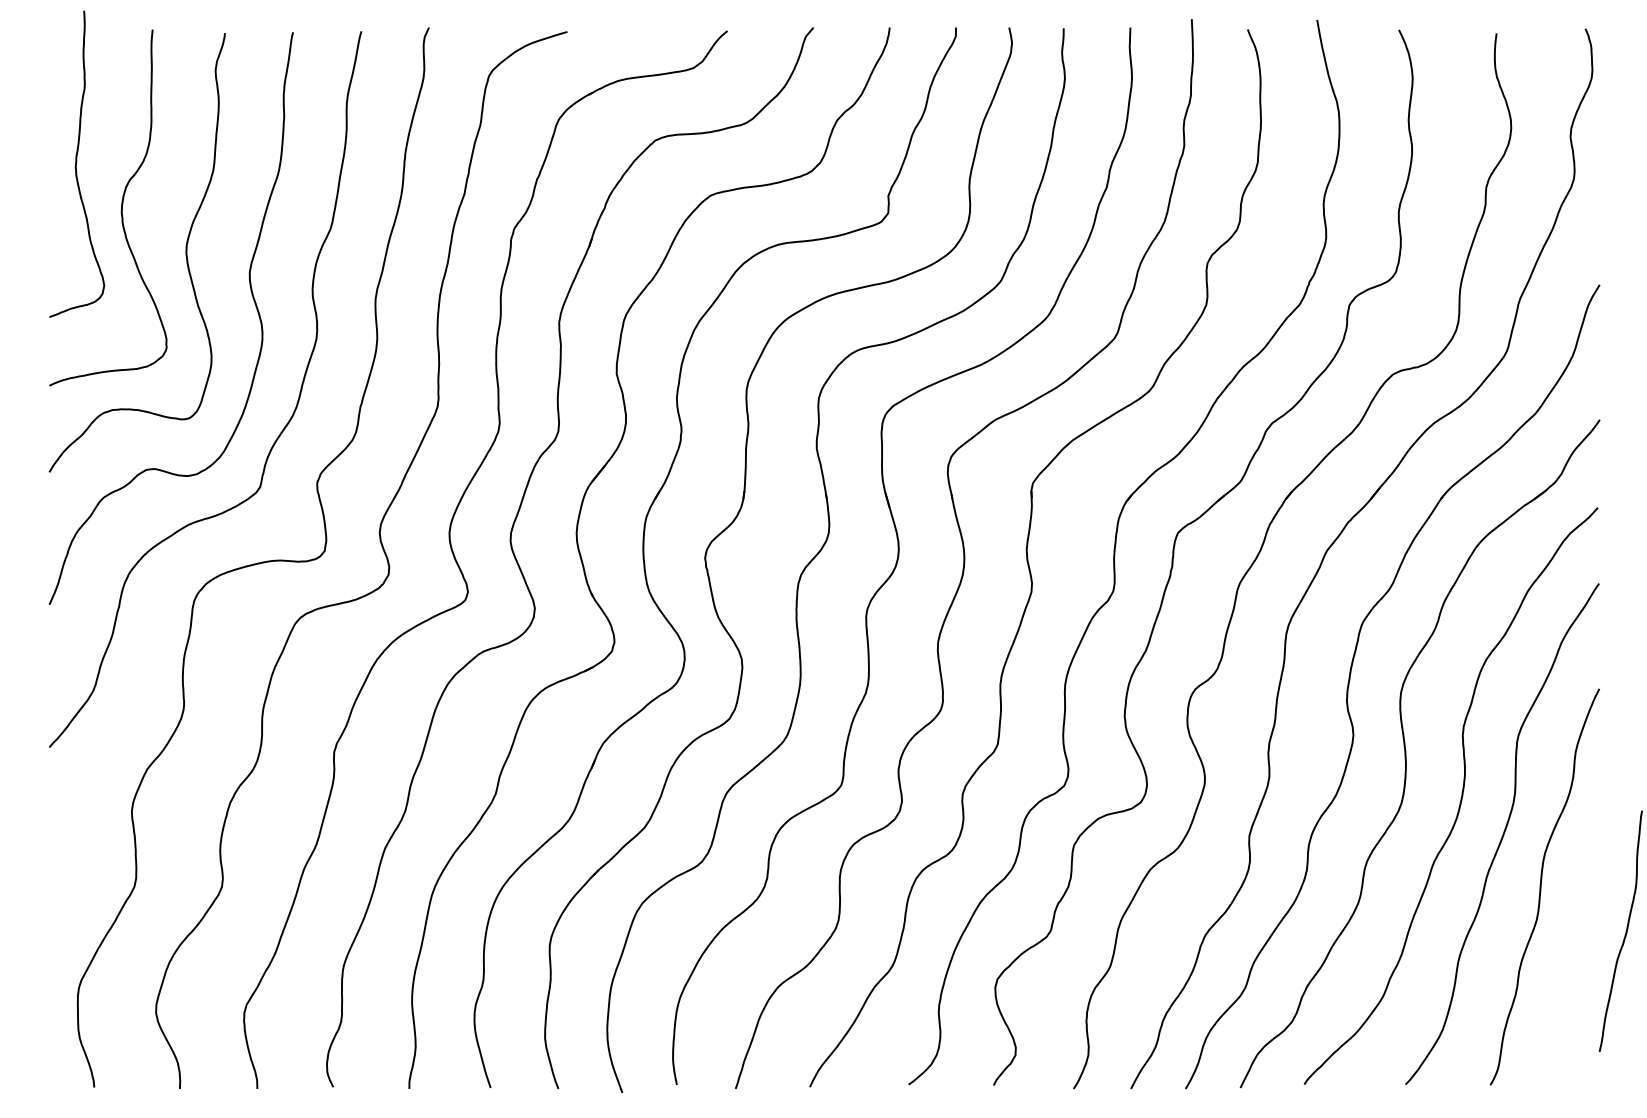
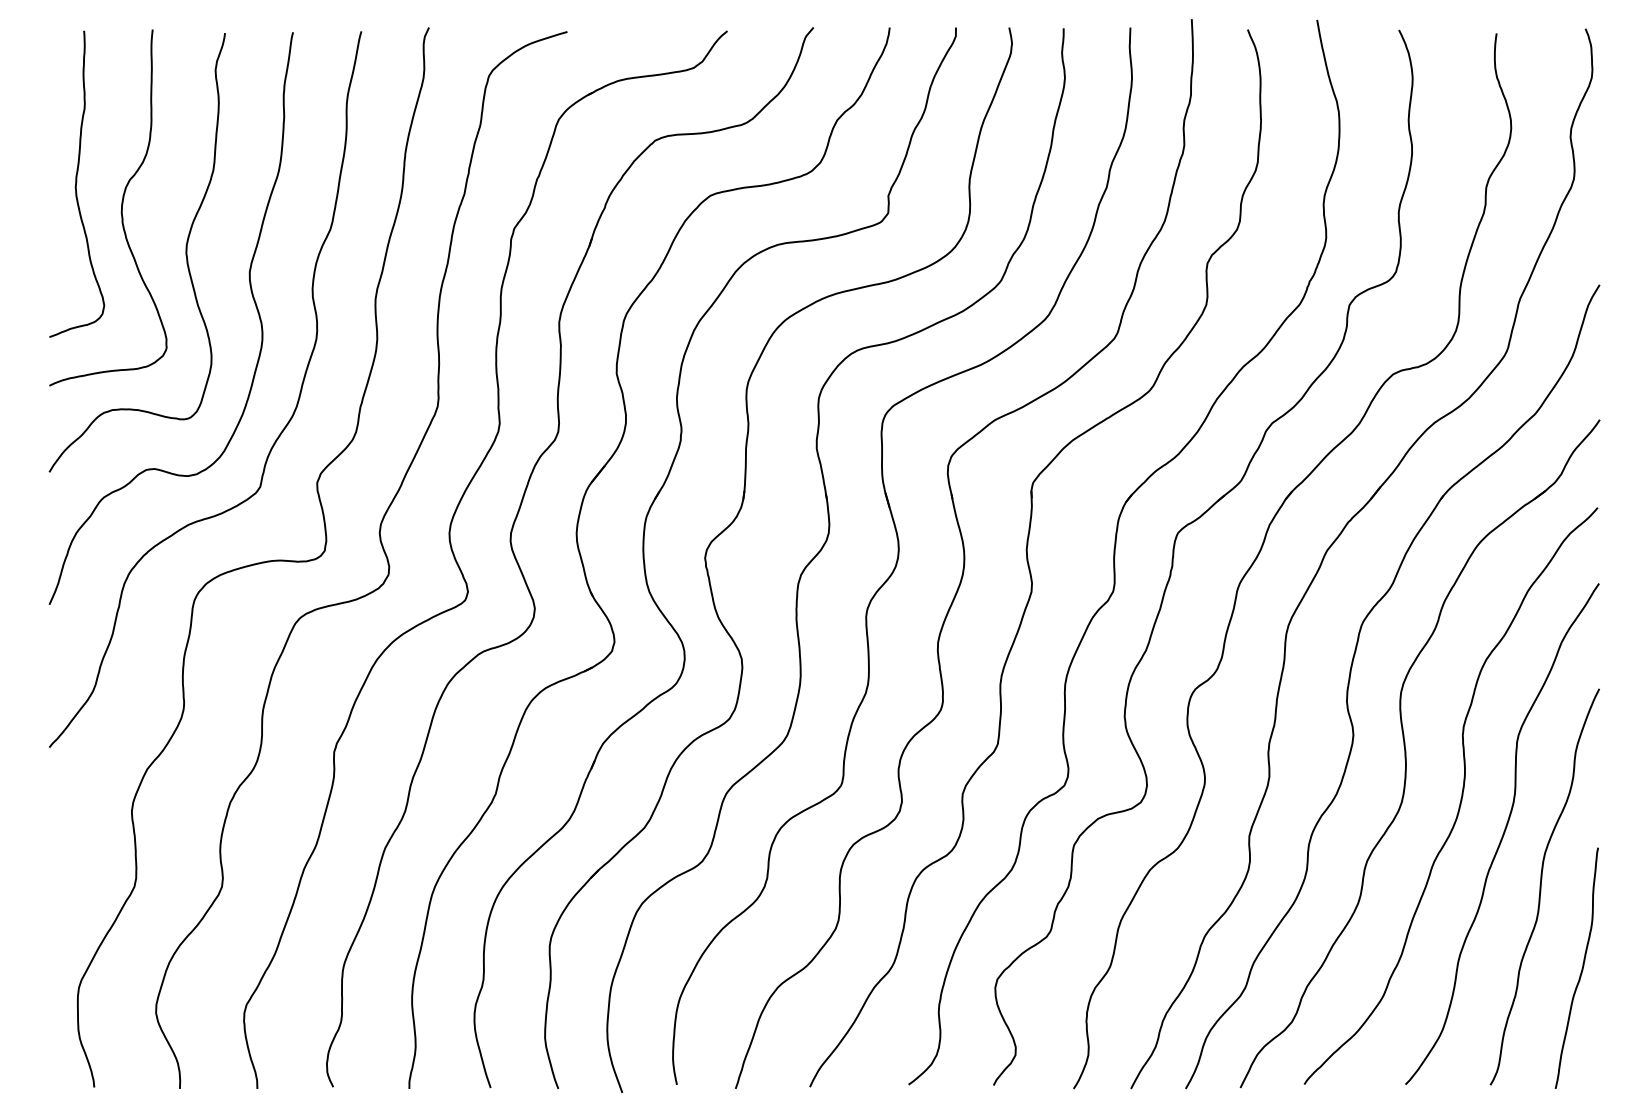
curve at (77, 162) position: (77, 162) -> (77, 182)
curve at (1625, 931) position: (1625, 931) -> (1581, 968)
